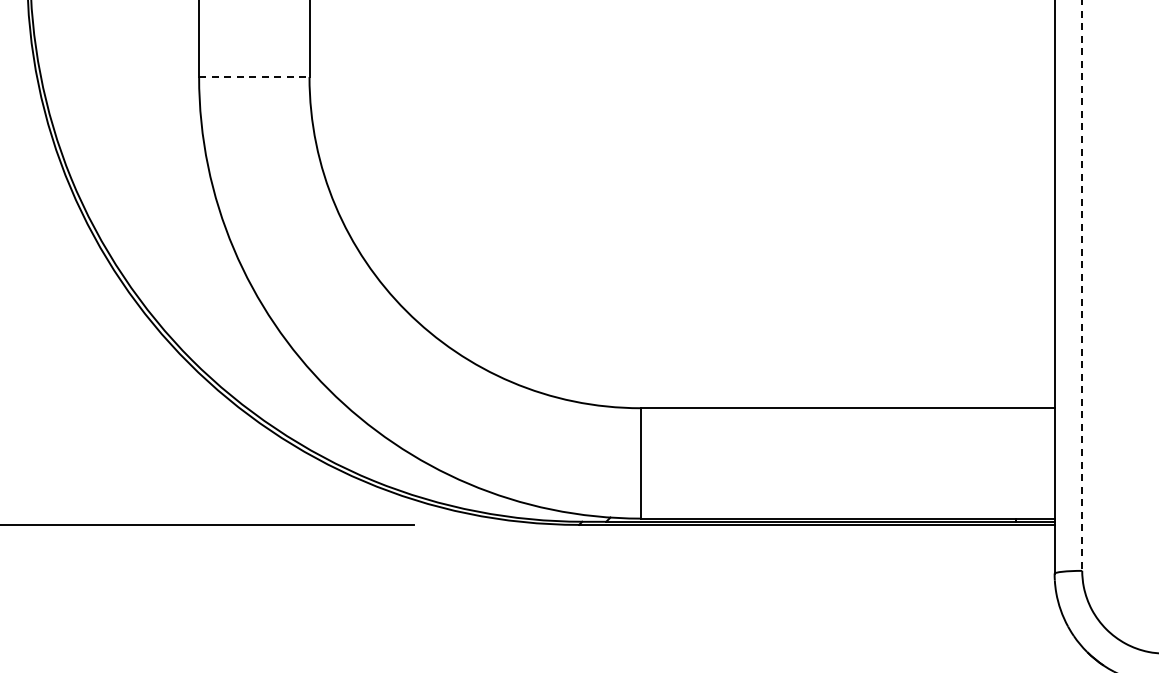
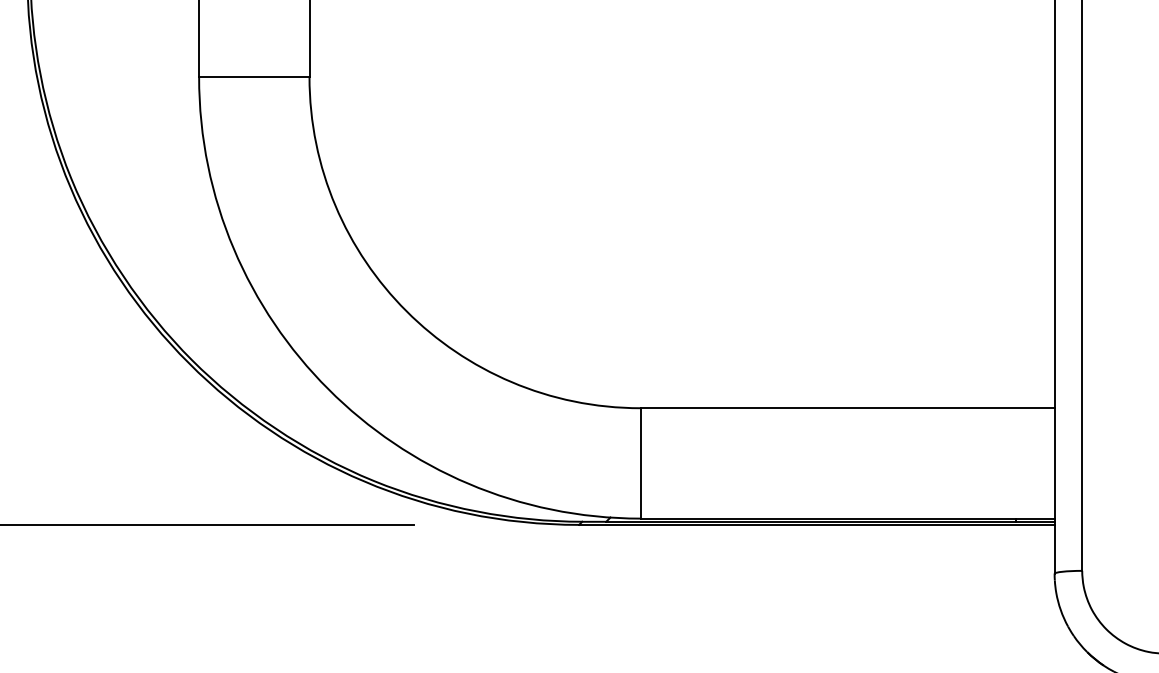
line at (254, 77): dashed -> solid
line at (1082, 286): dashed -> solid
